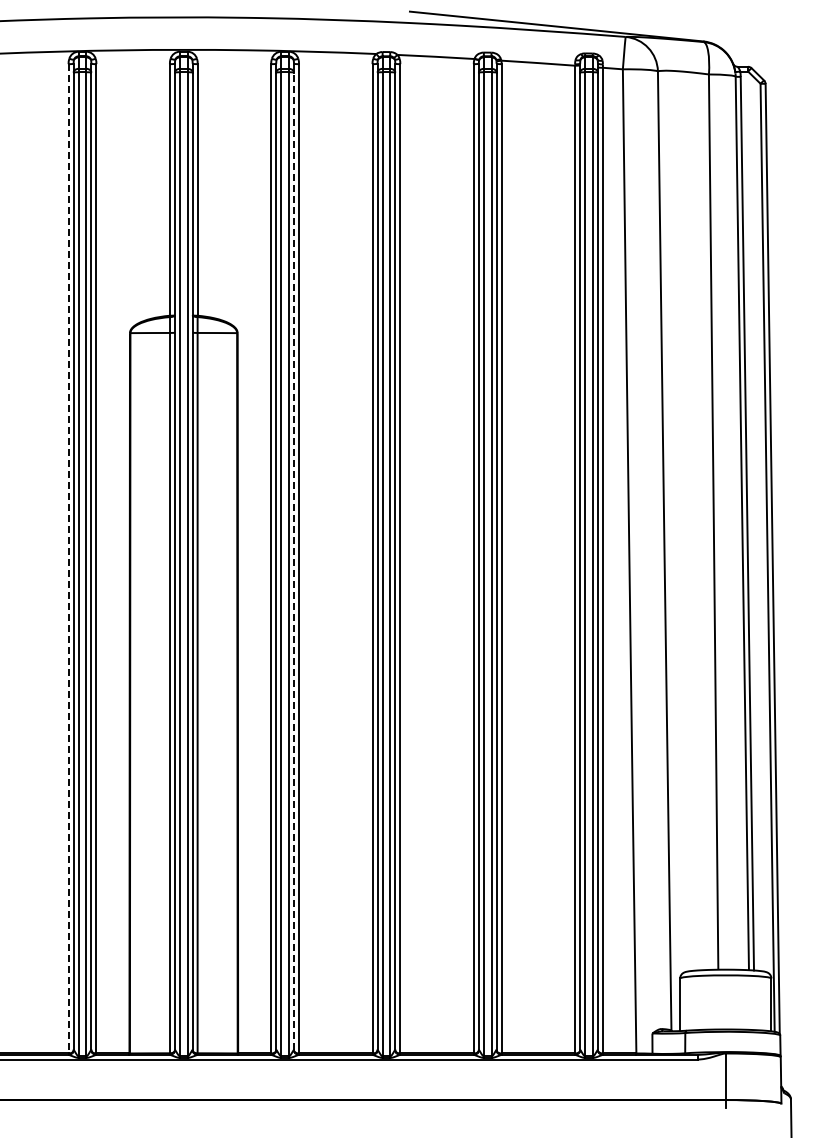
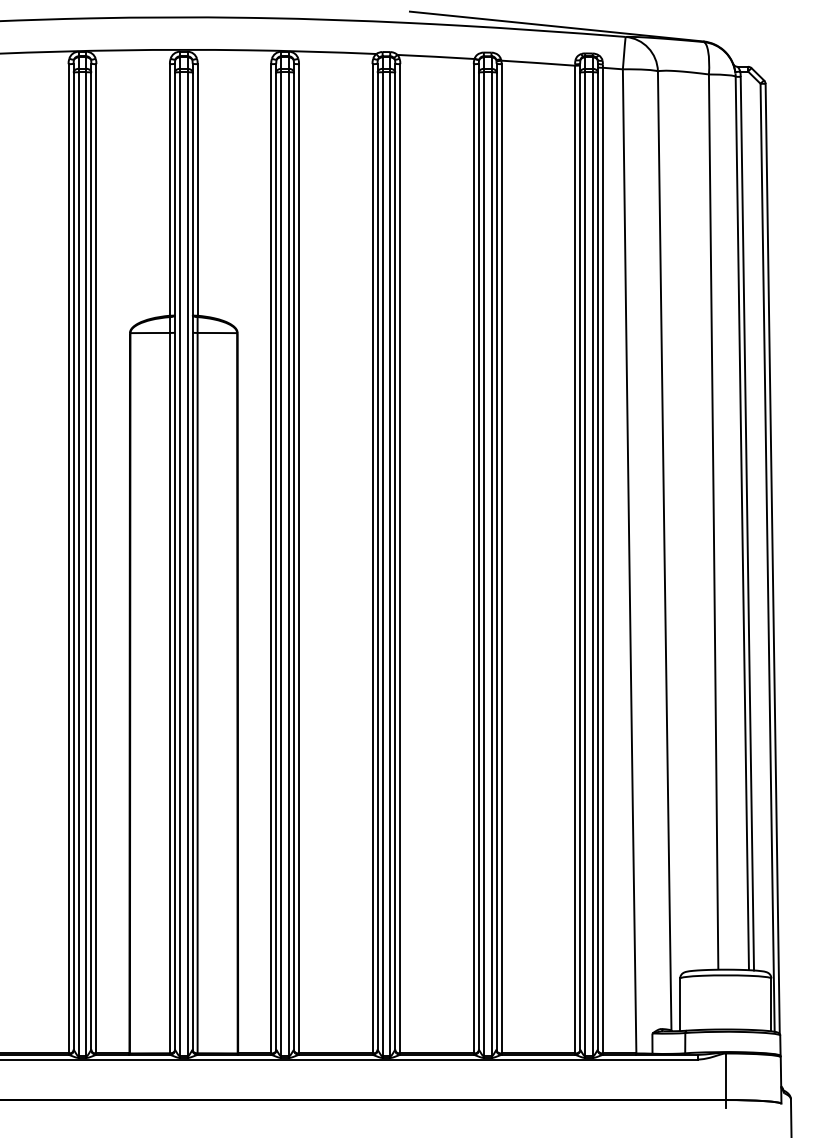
line at (68, 558): dashed -> solid
line at (293, 561): dashed -> solid
